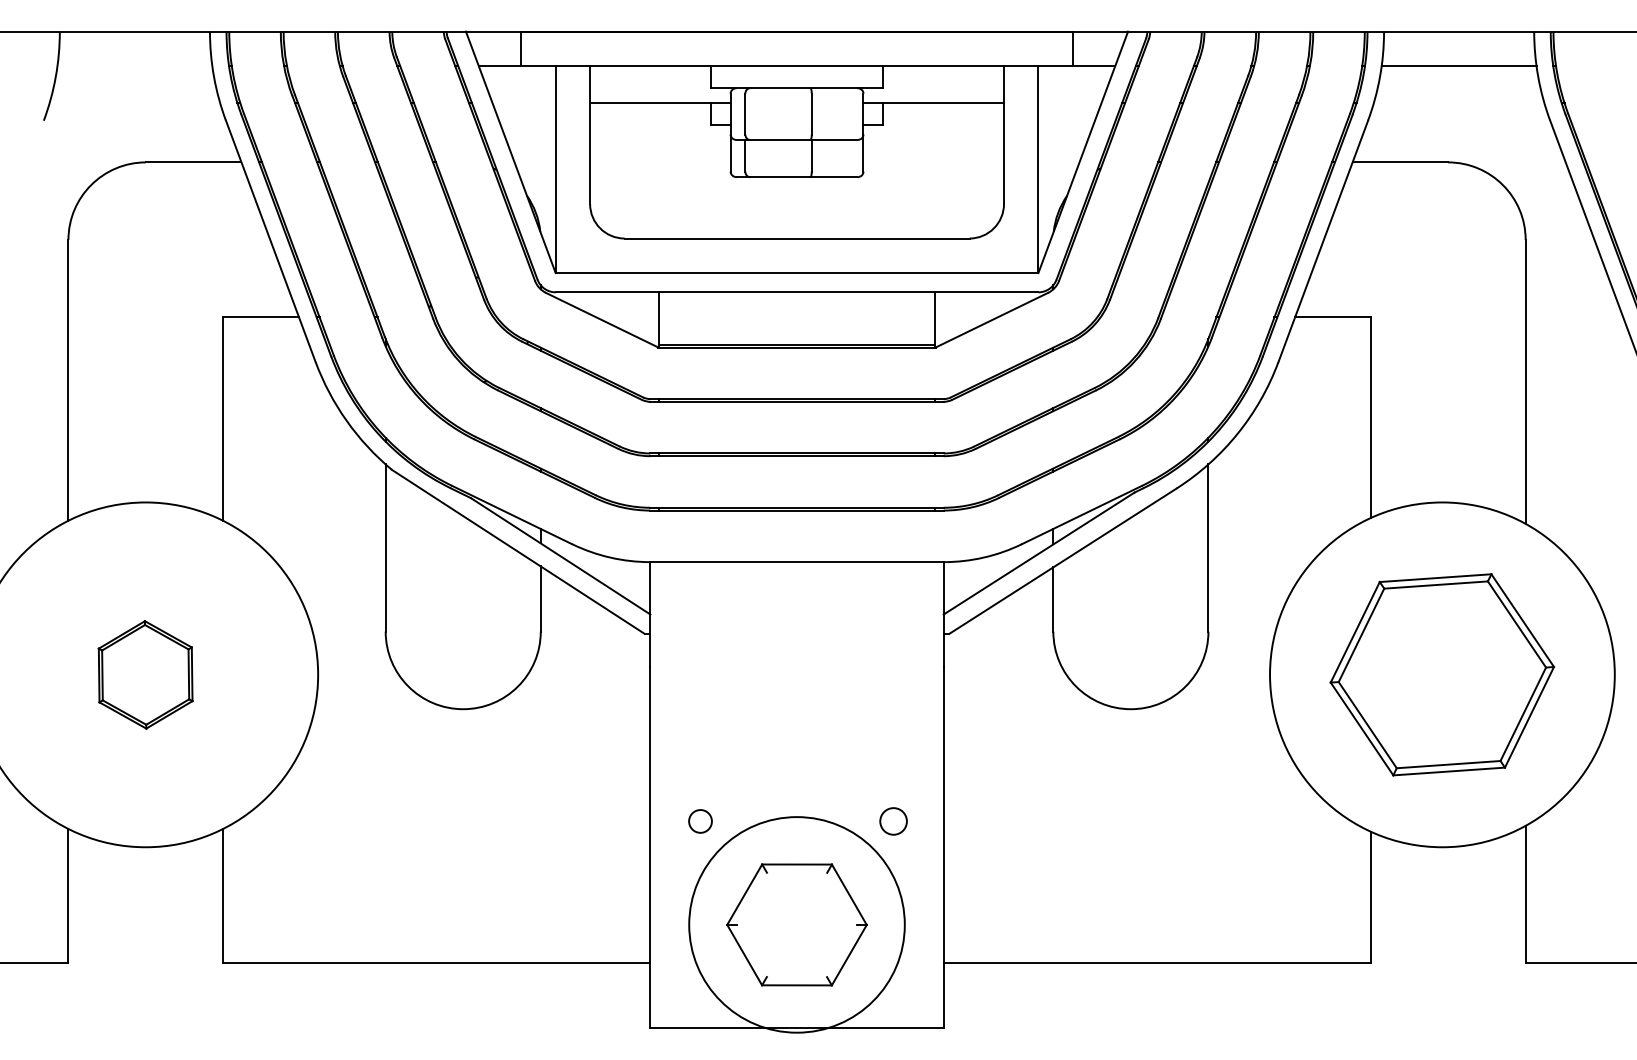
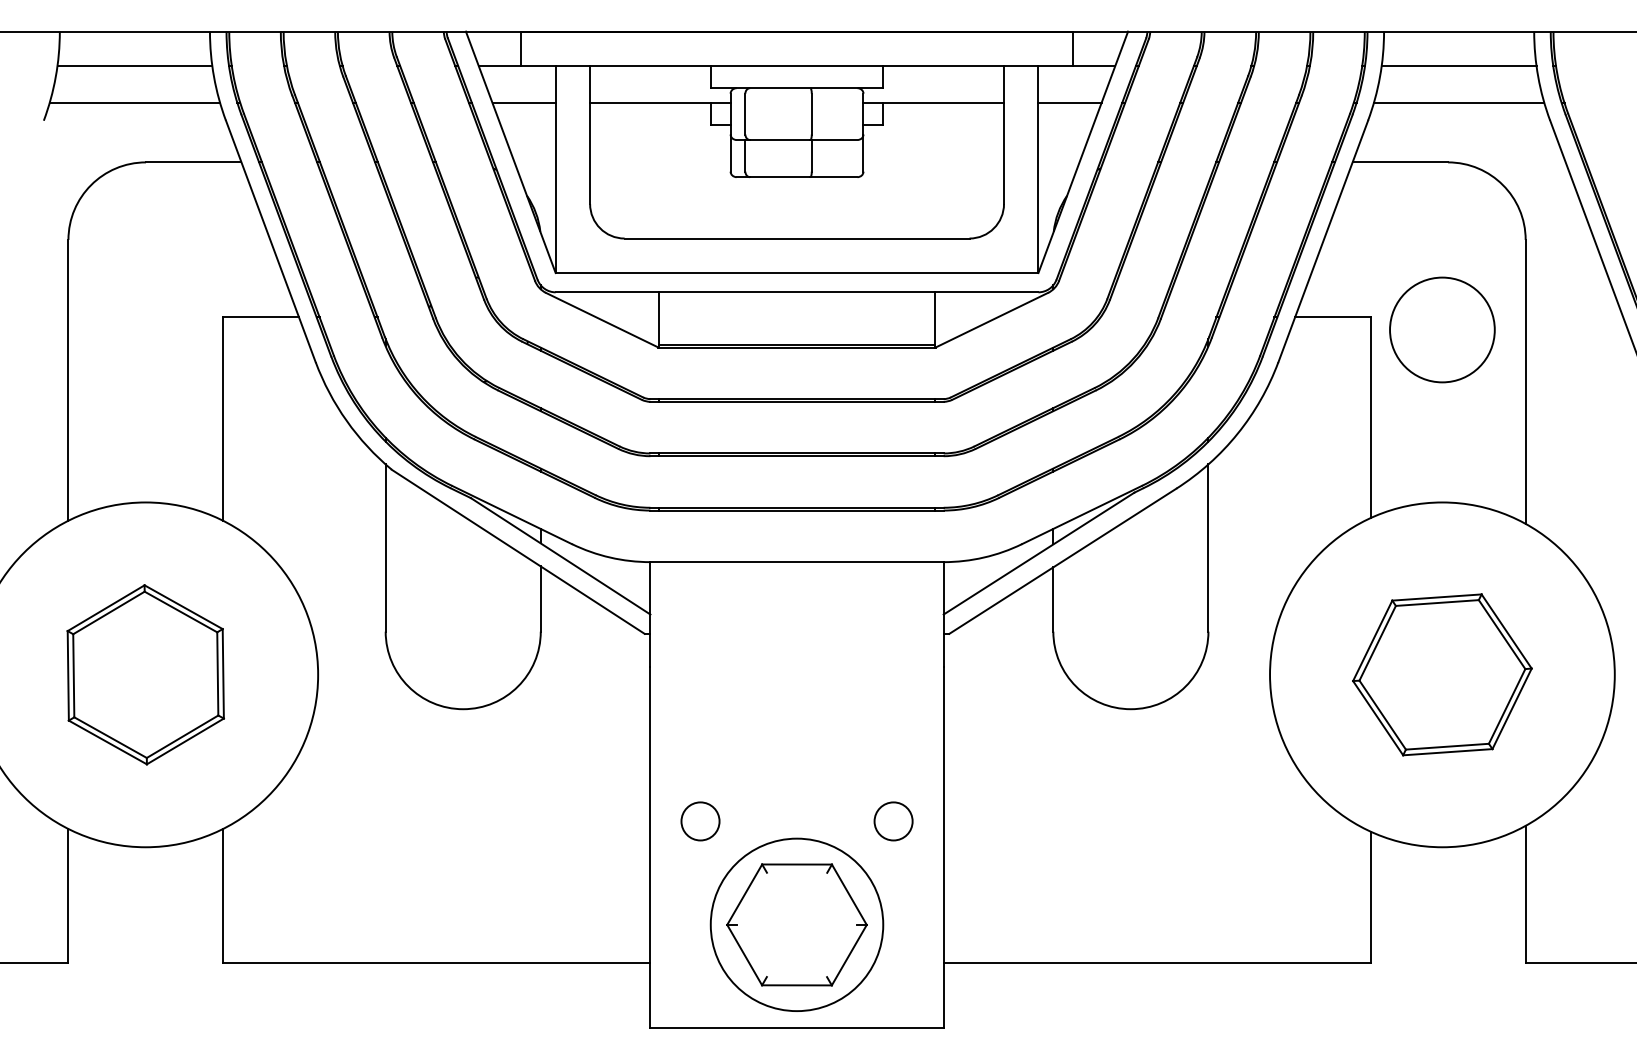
line at (134, 66): none -> present
line at (134, 103): none -> present
line at (523, 103): none -> present
line at (1069, 103): none -> present
line at (1458, 103): none -> present
circle at (1442, 329): none -> present
part at (145, 674) size: 97x110 px -> 159x182 px
part at (1442, 674) size: 227x204 px -> 181x164 px
circle at (700, 821) diameter: 23 px -> 38 px
circle at (893, 821) diameter: 27 px -> 38 px
circle at (796, 924) diameter: 216 px -> 172 px
